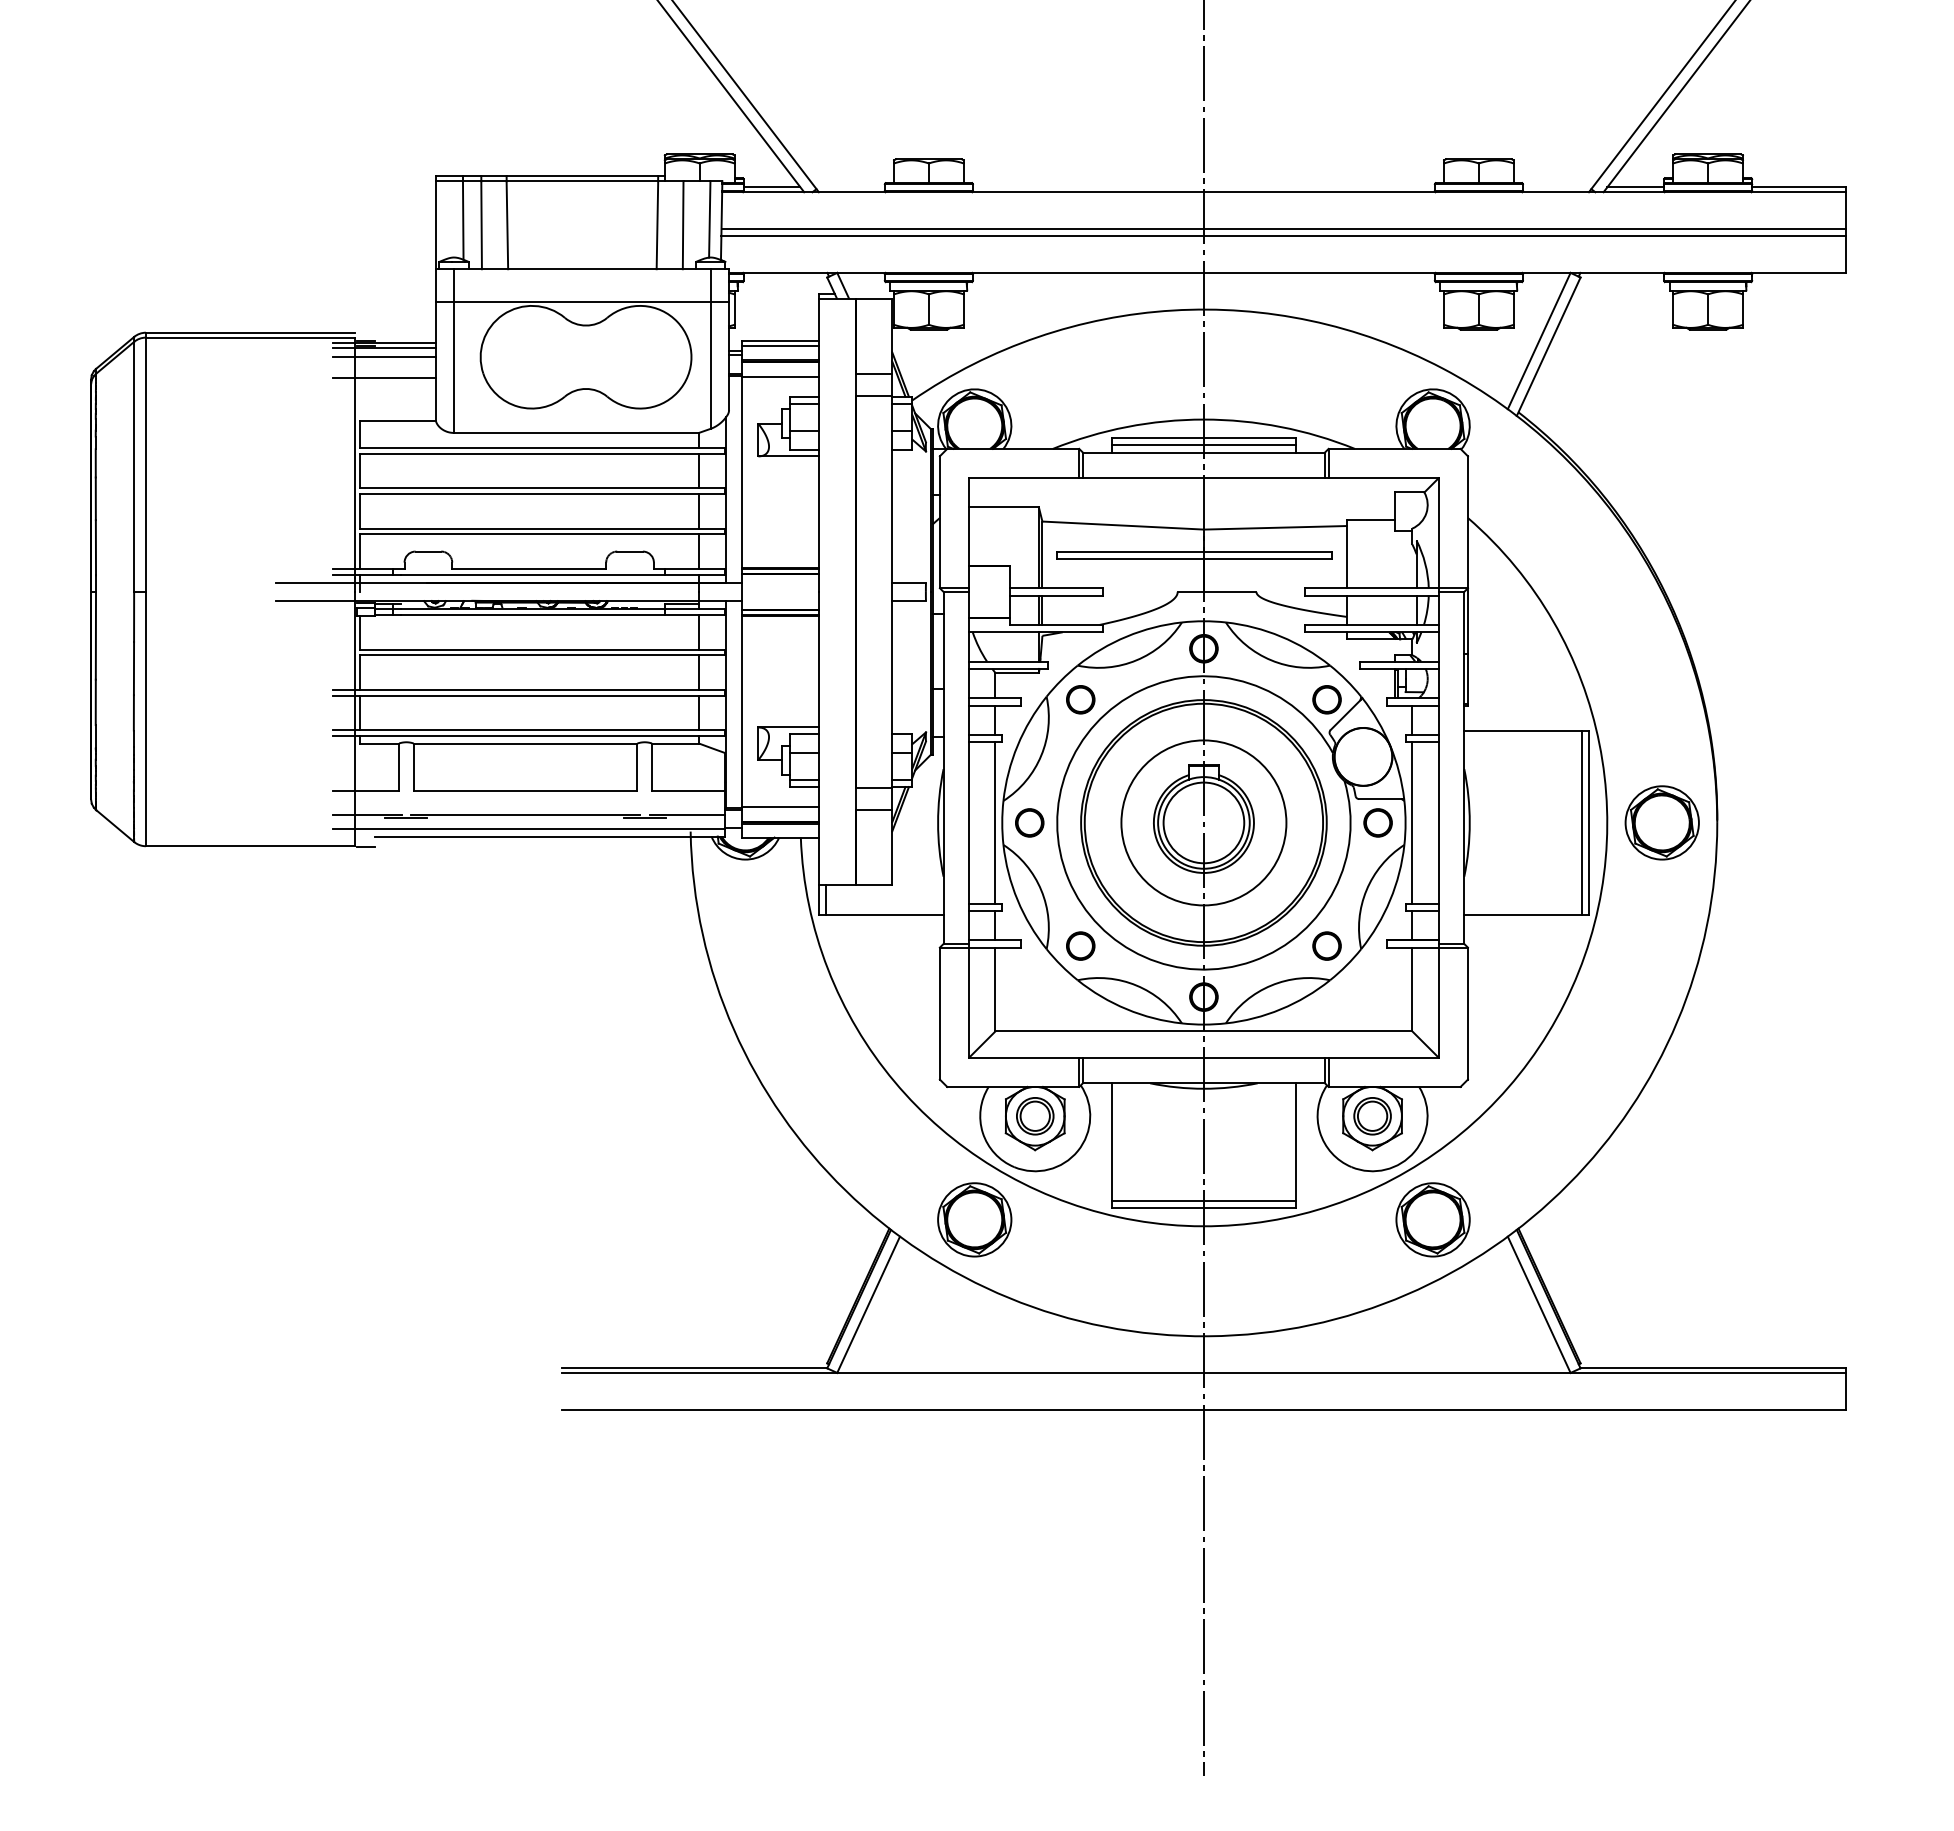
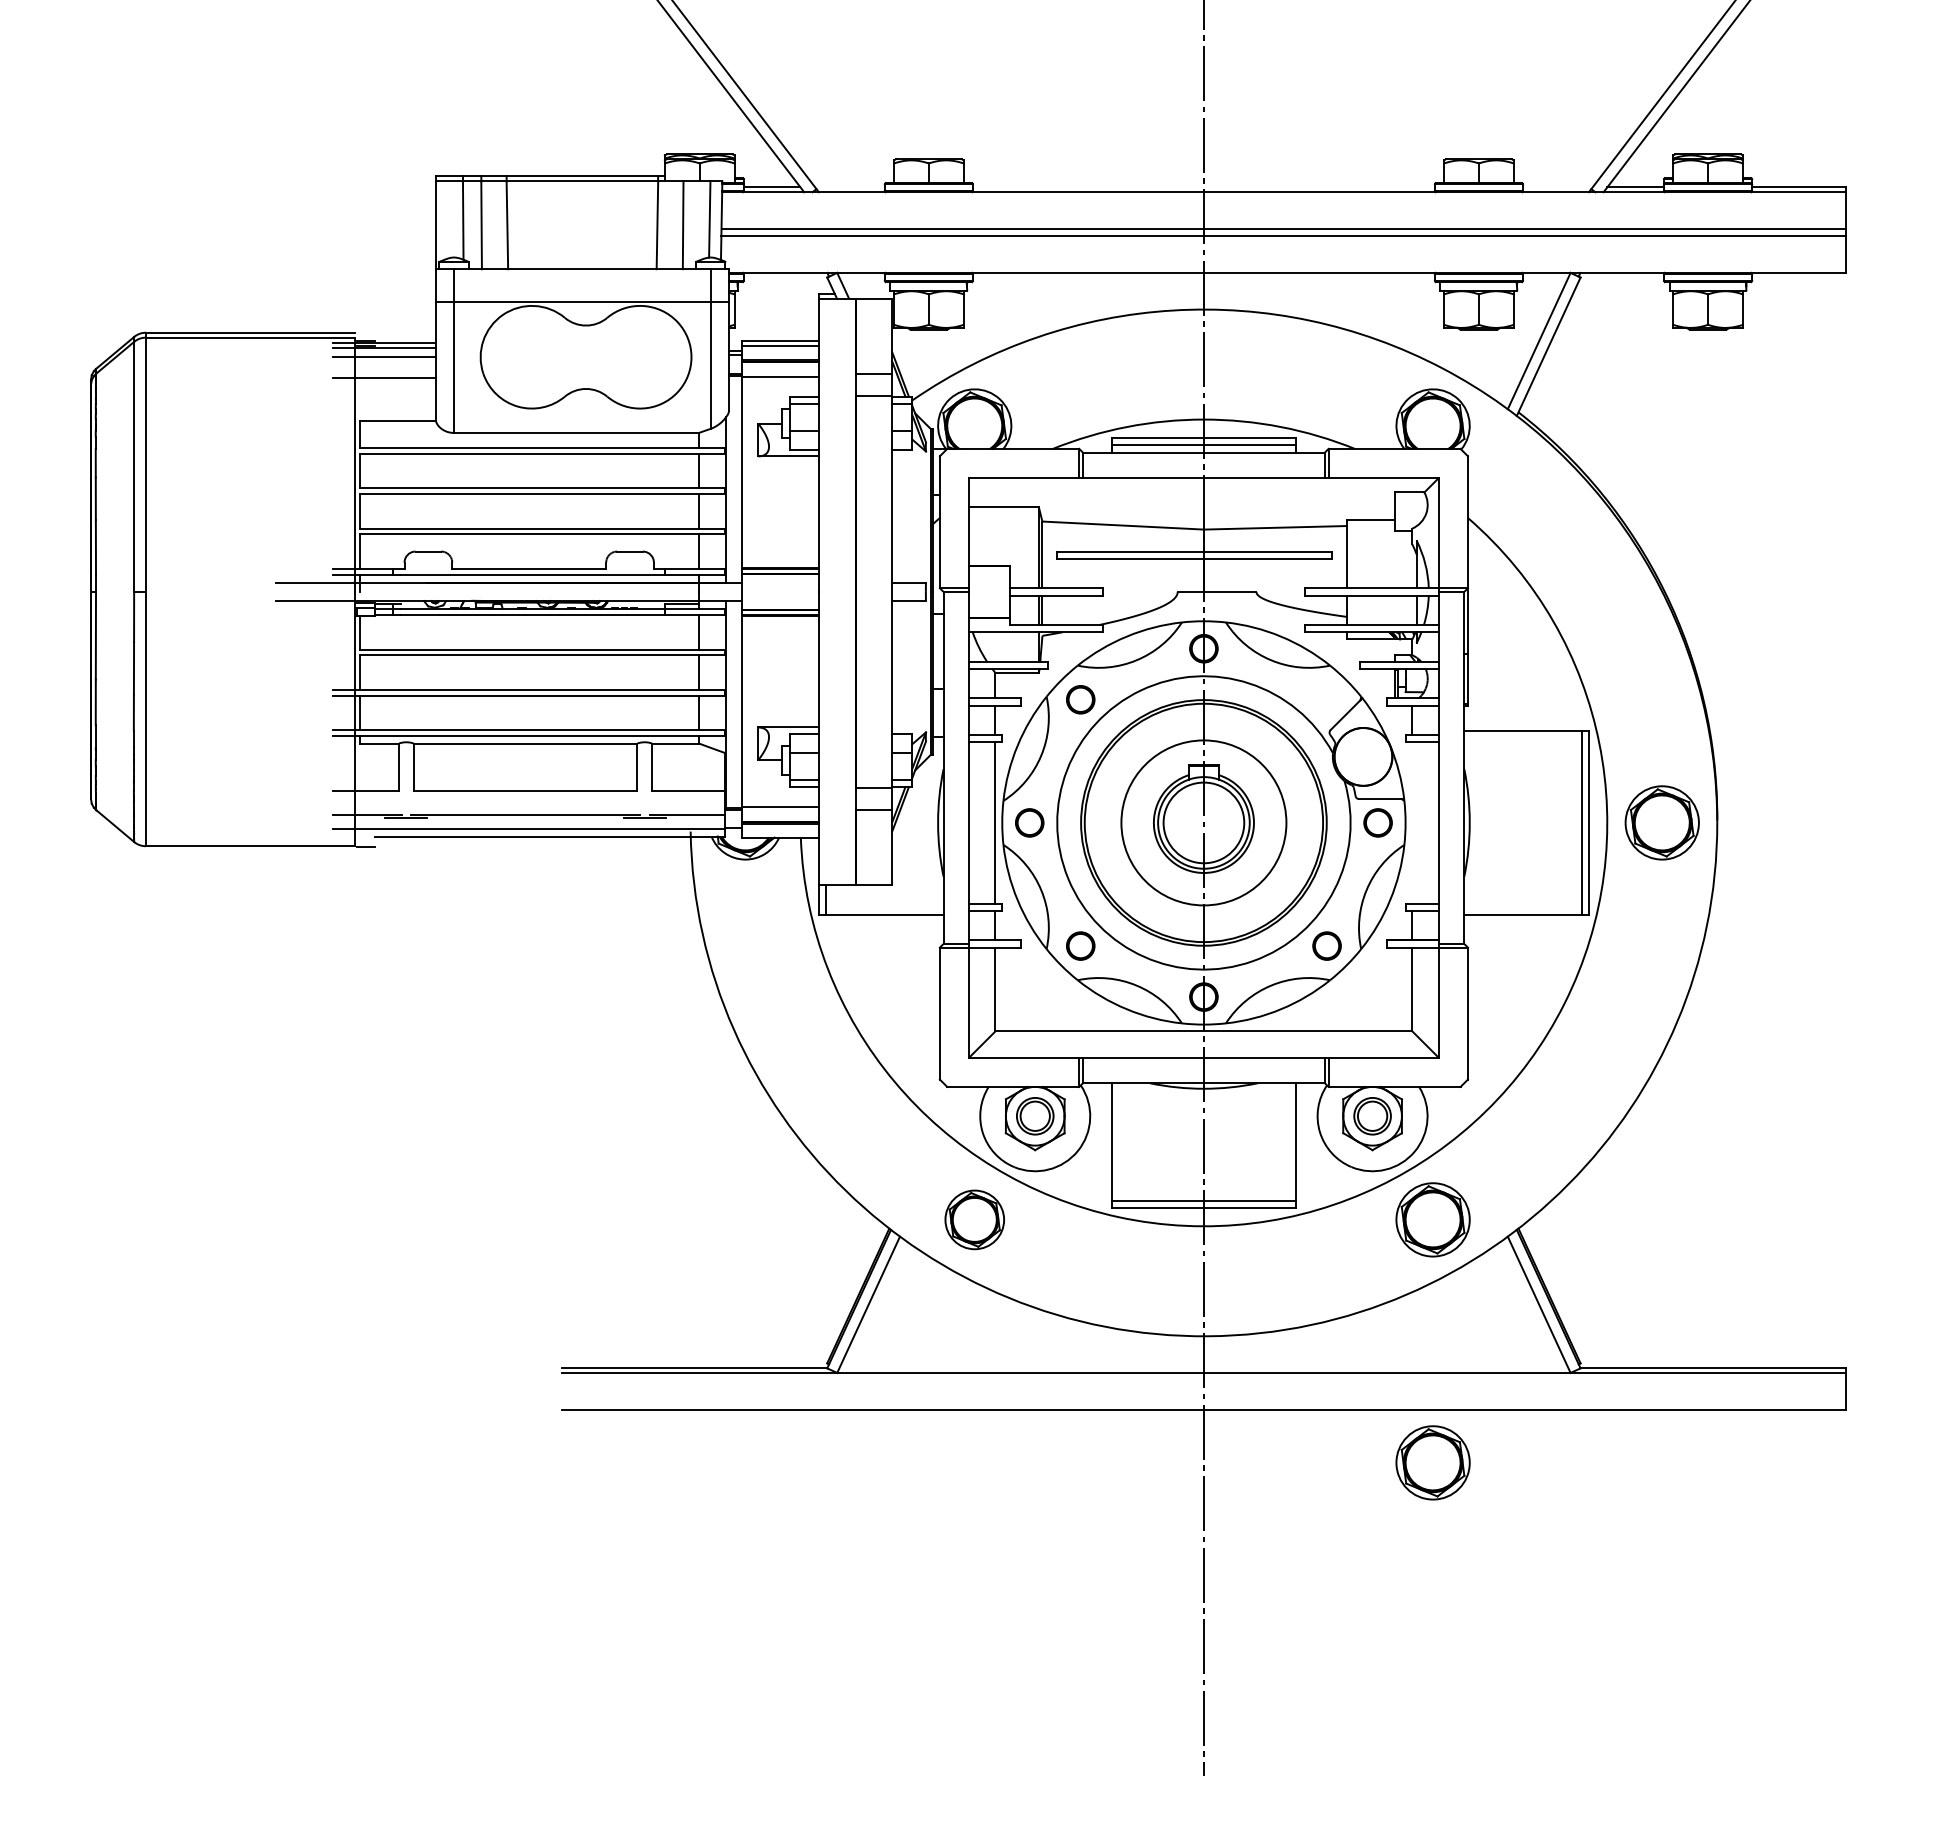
part at (1326, 699): present -> none
line at (1412, 822): present -> none
part at (974, 1219) size: 76x76 px -> 61x62 px
part at (1432, 1462): none -> present
